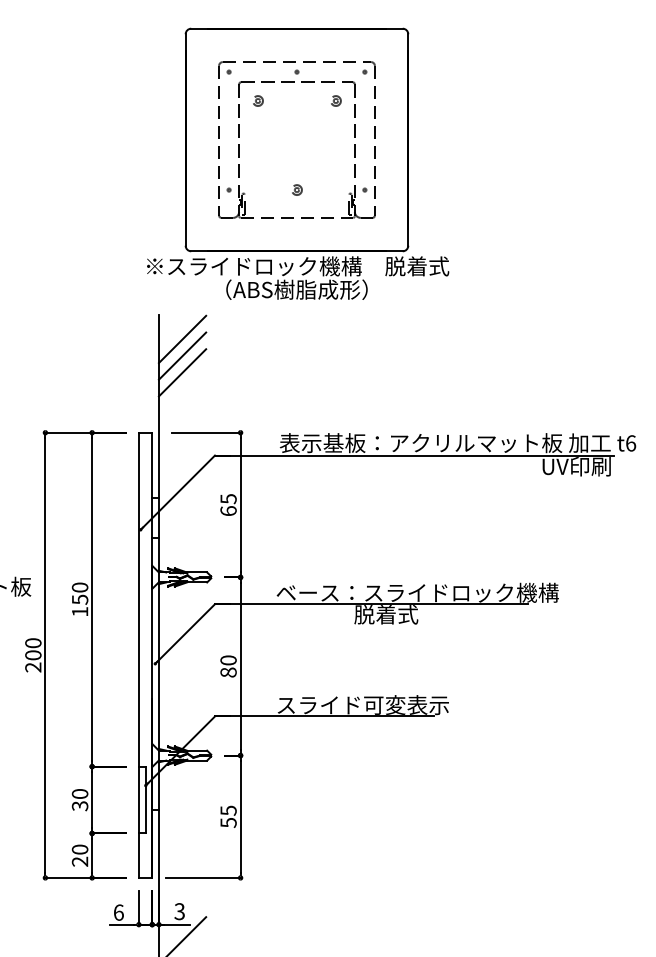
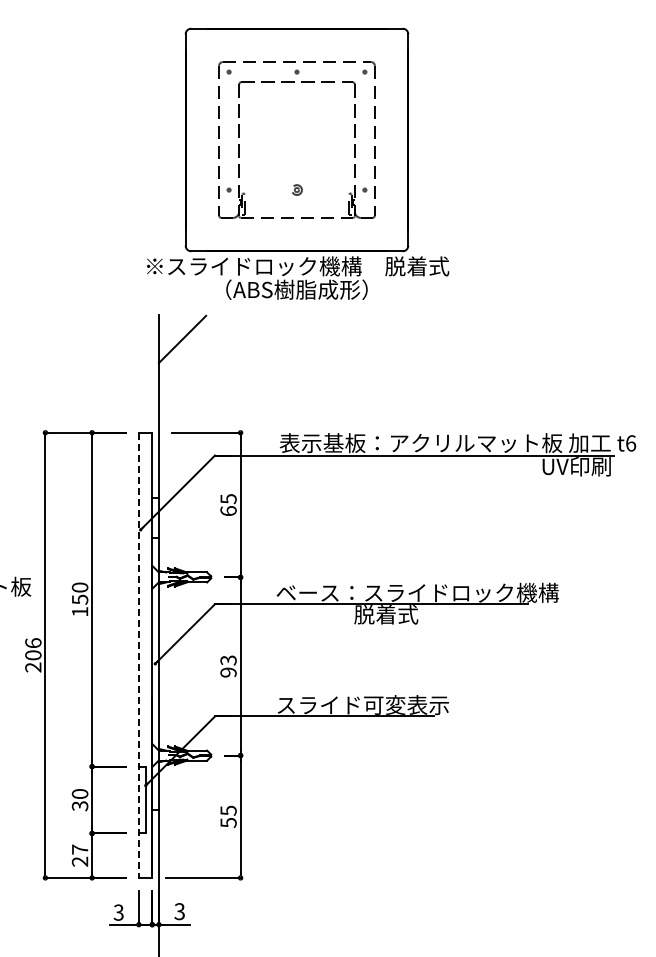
part at (258, 100): present -> none
part at (336, 100): present -> none
line at (182, 355): present -> none
line at (182, 372): present -> none
text at (33, 643): 200 -> 206
line at (138, 655): solid -> dashed
text at (228, 666): 80 -> 93
text at (79, 849): 20 -> 27
text at (118, 912): 6 -> 3
line at (187, 935): present -> none
